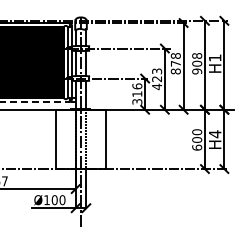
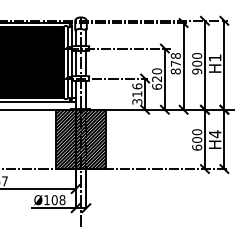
text at (196, 55): 908 -> 900
text at (157, 79): 423 -> 620
line at (34, 102): dashed -> solid
hatch at (80, 139): none -> present
text at (62, 199): Ø100 -> Ø108
